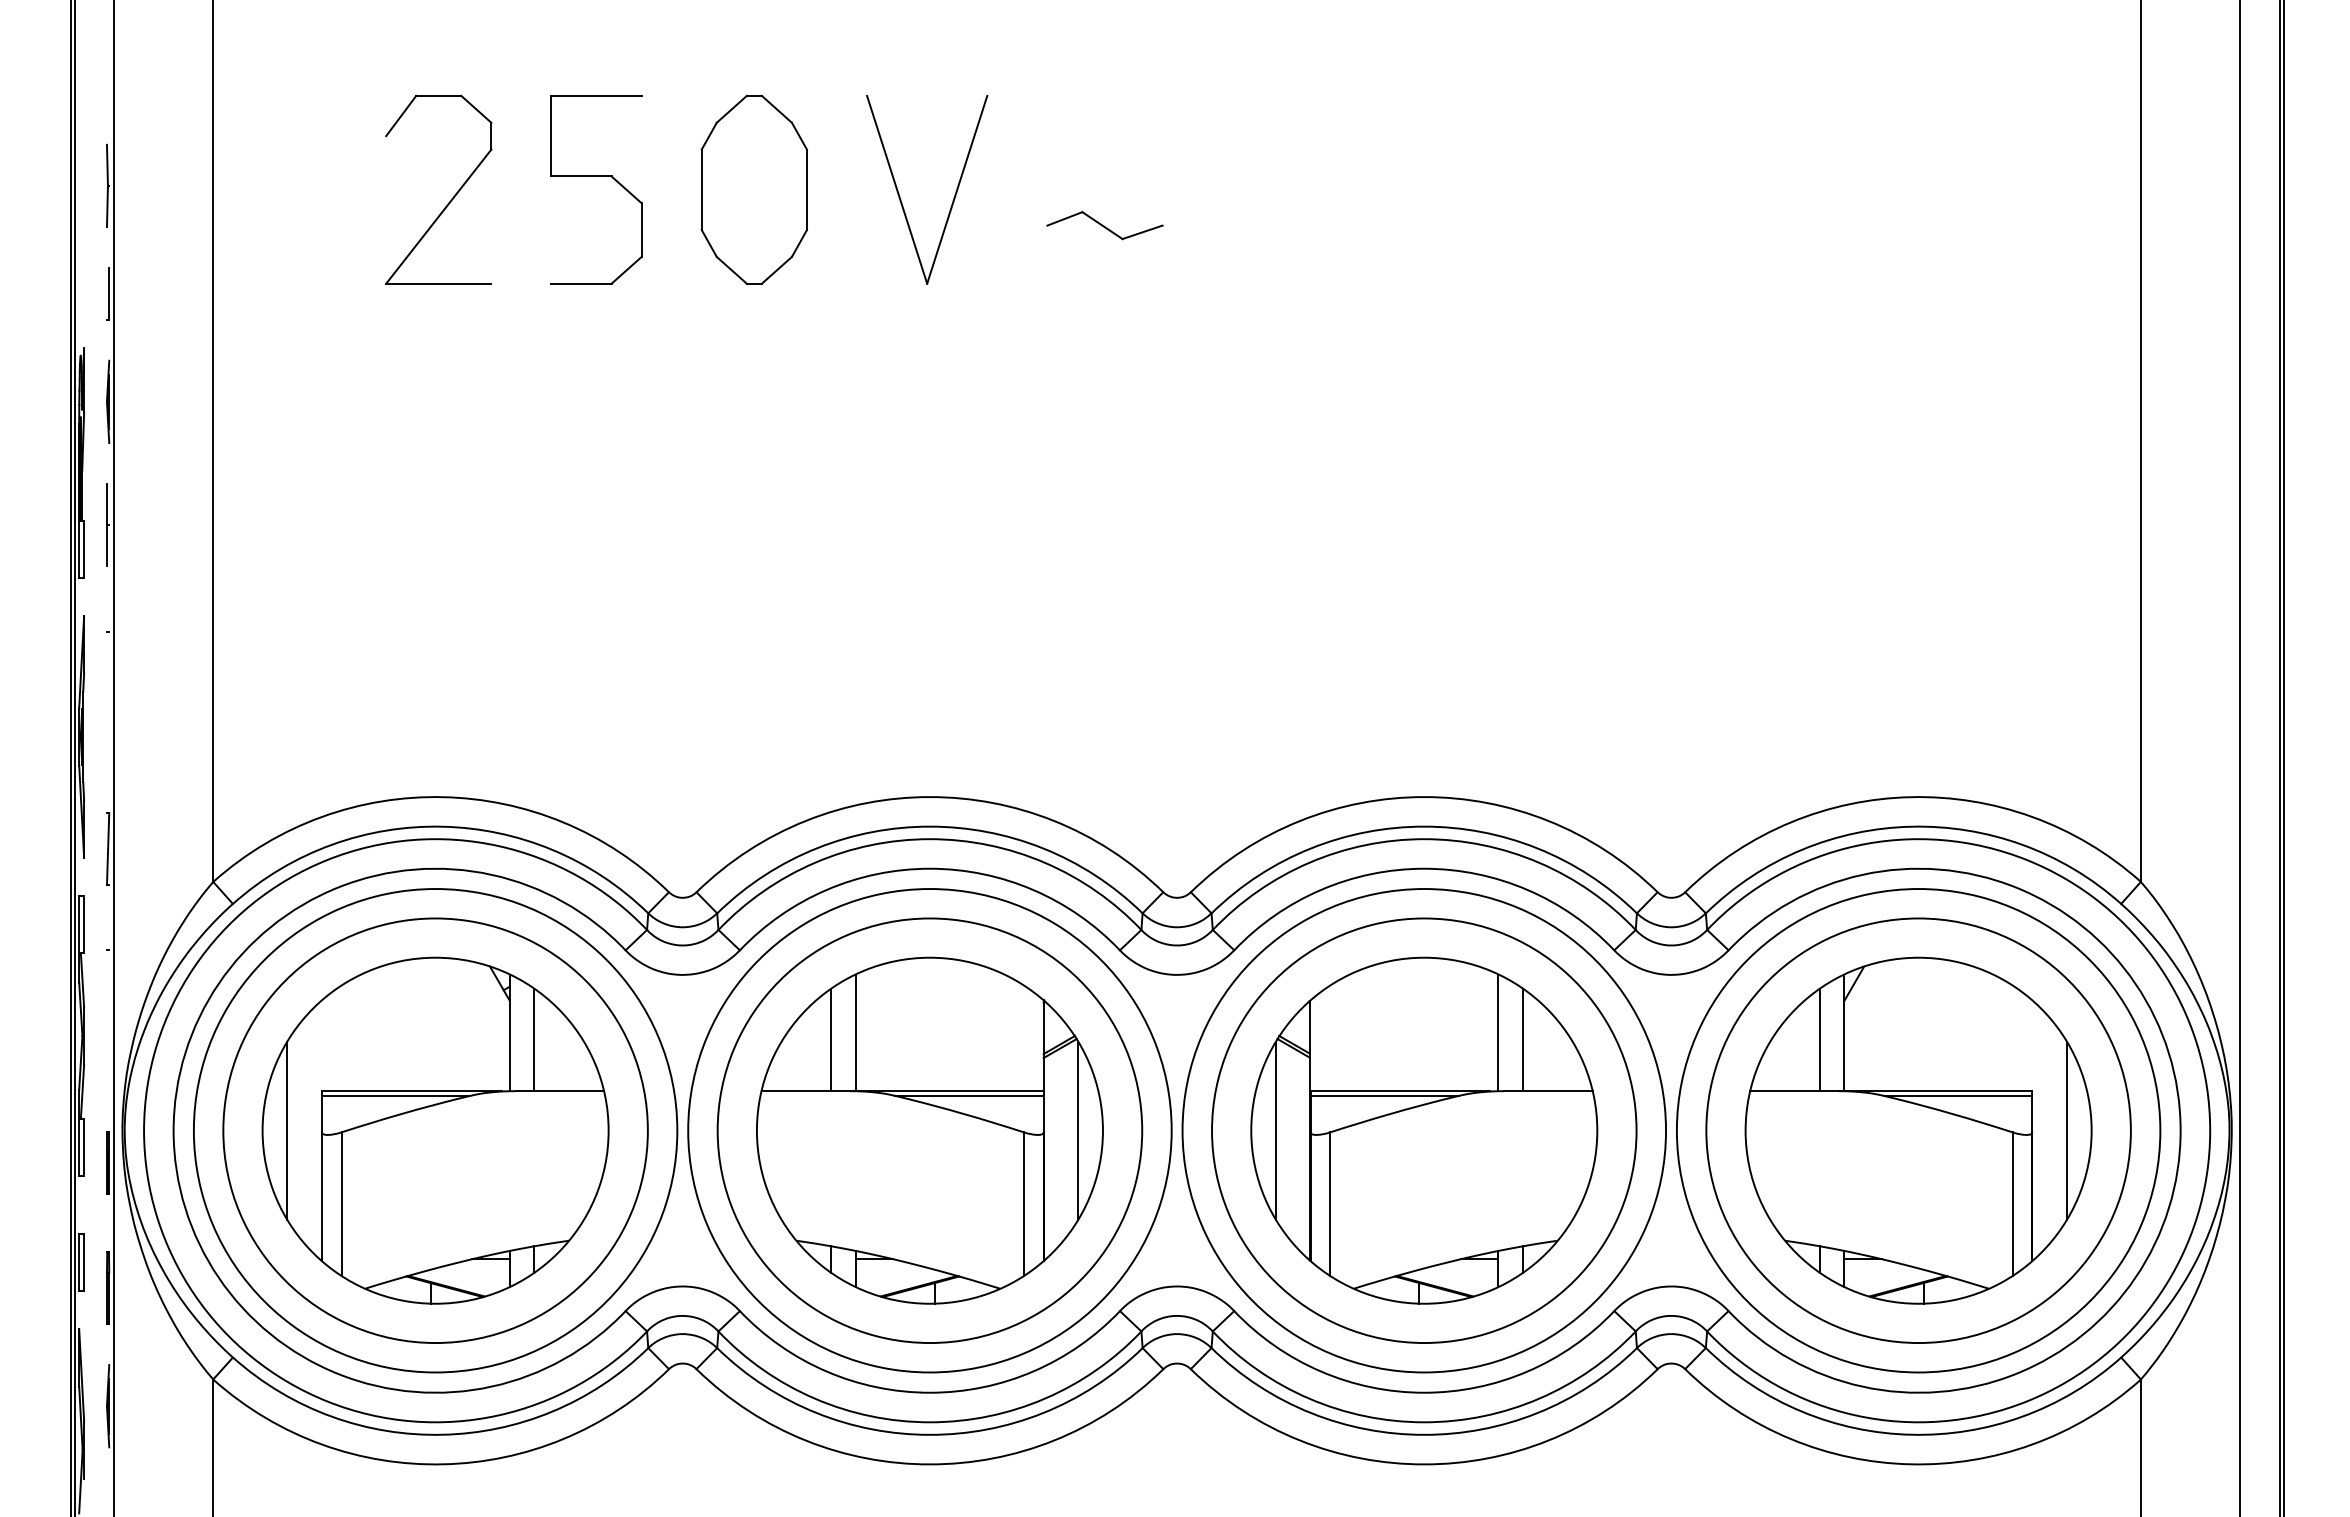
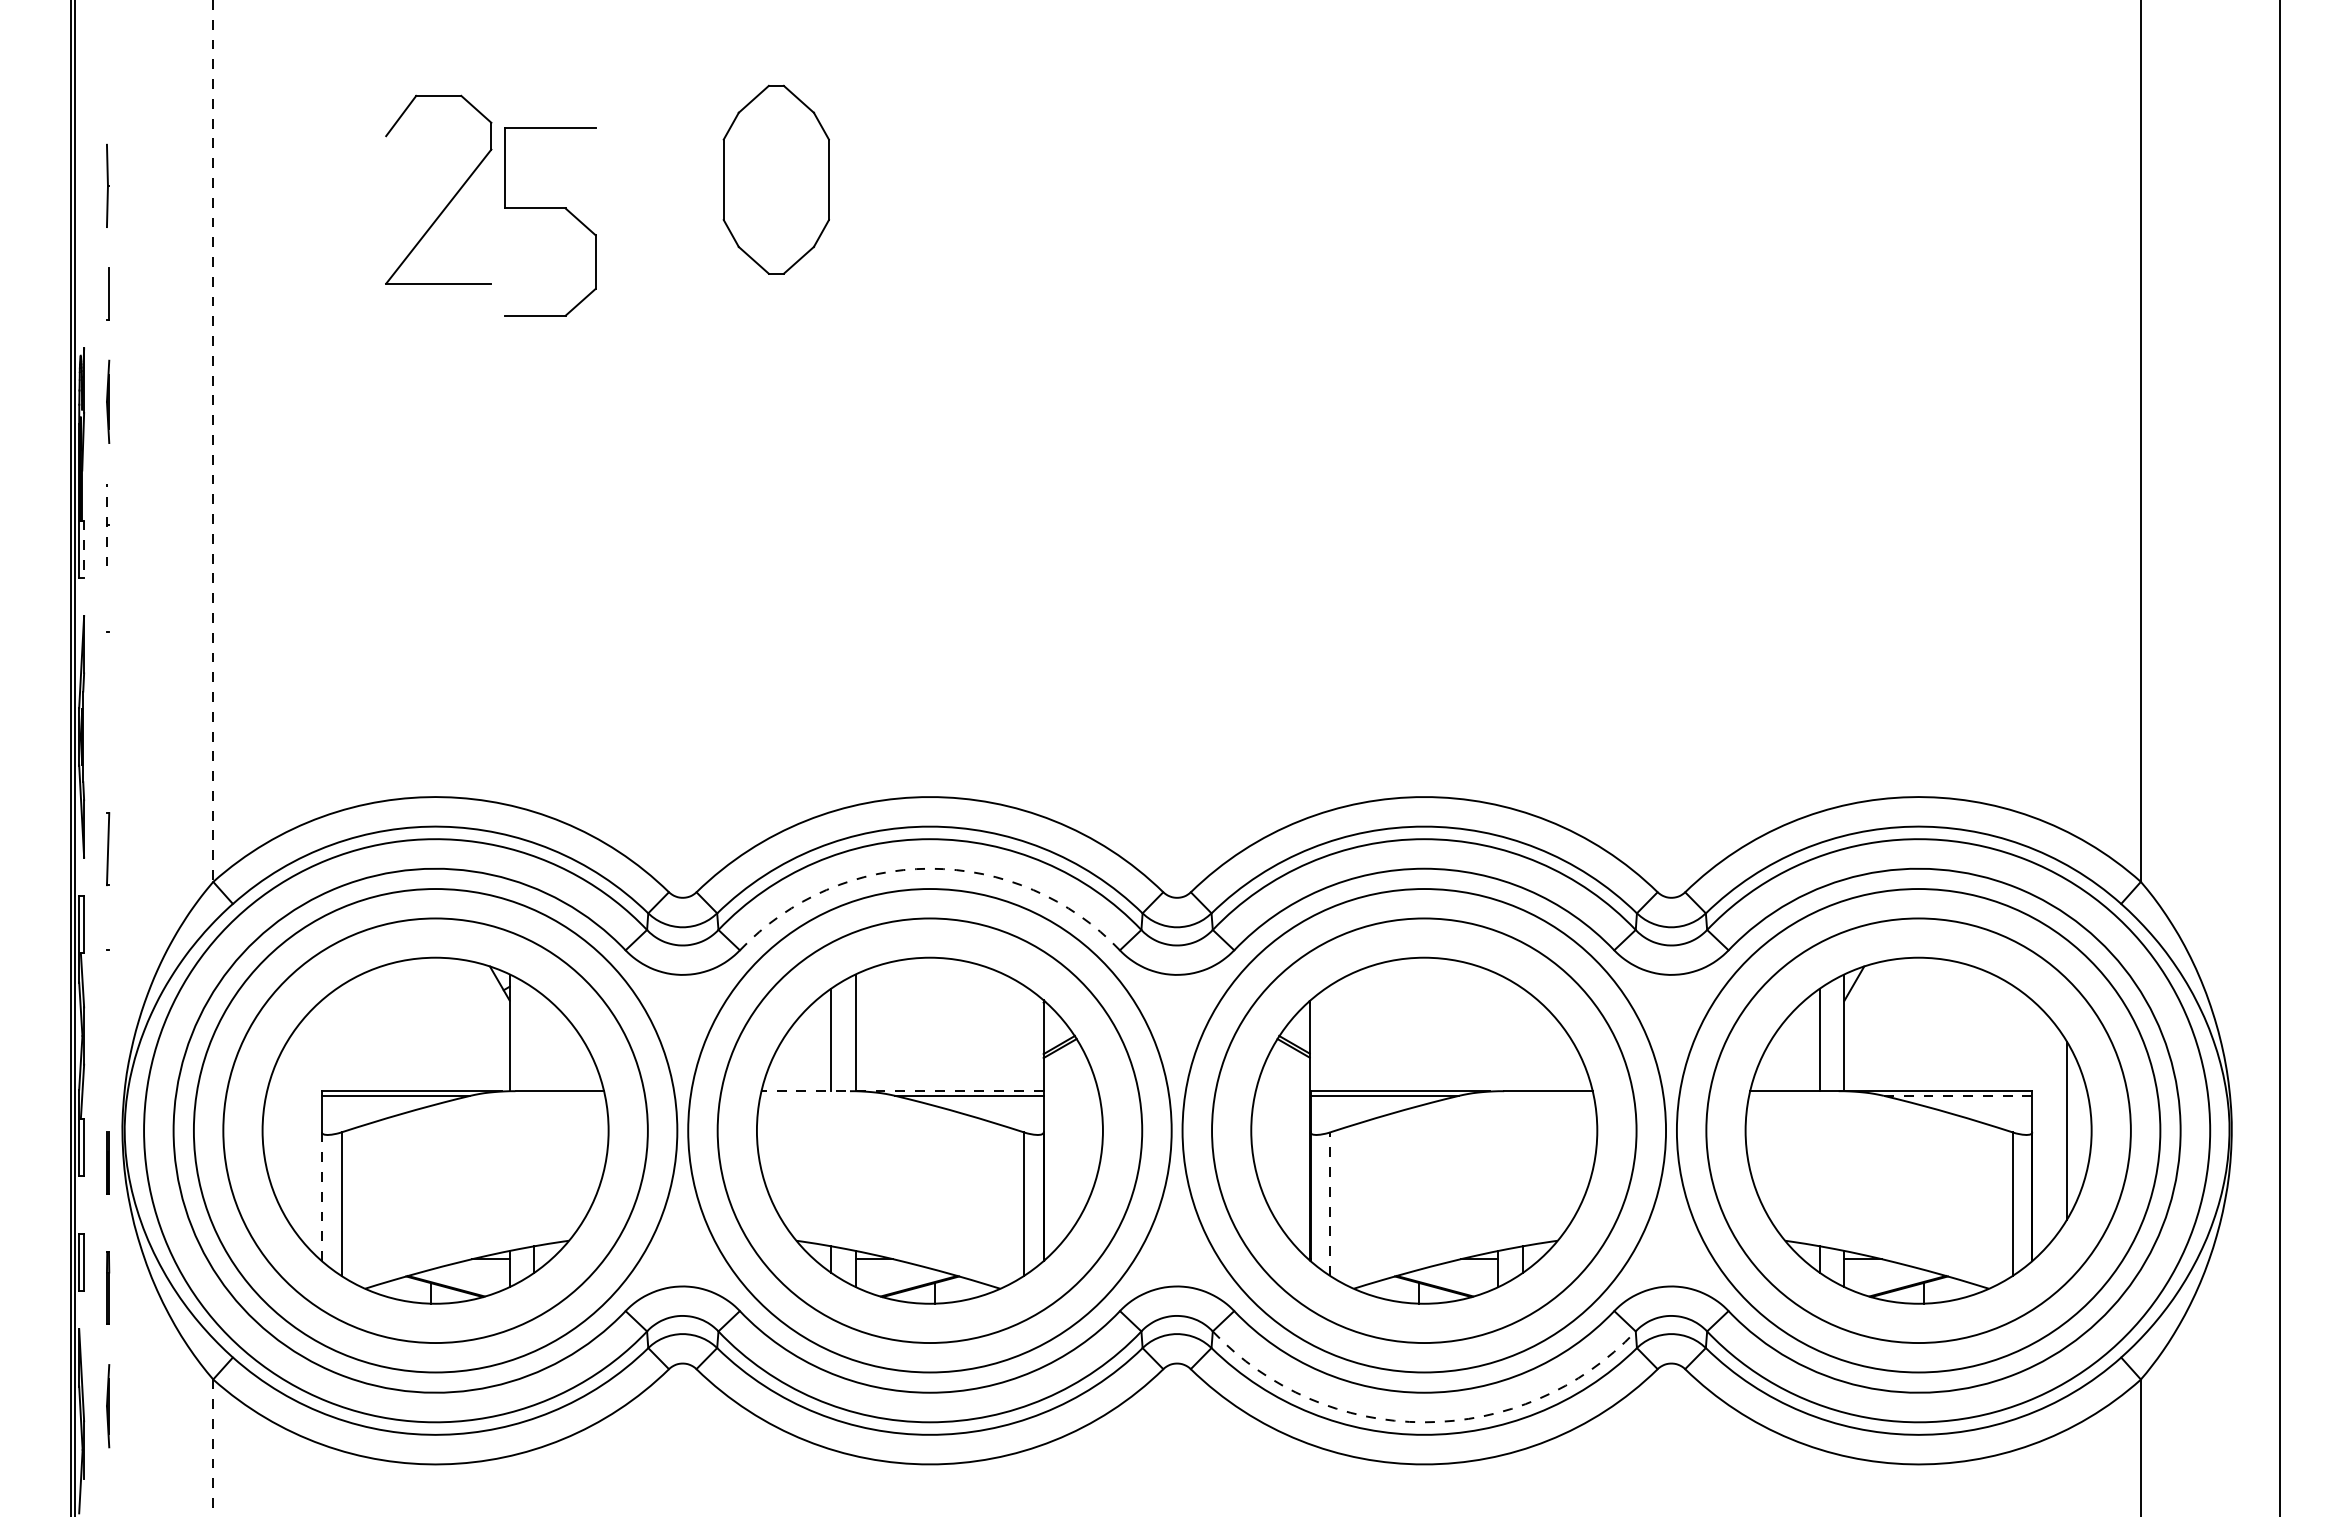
part at (596, 176) position: (596, 176) -> (550, 208)
part at (753, 189) position: (753, 189) -> (775, 179)
part at (953, 197): present -> none
part at (1104, 225): present -> none
line at (213, 440): solid -> dashed
line at (106, 524): solid -> dashed
line at (84, 549): solid -> dashed
line at (114, 757): present -> none
line at (2239, 757): present -> none
line at (2283, 757): present -> none
arc at (929, 868): solid -> dashed
line at (1498, 1032): present -> none
line at (534, 1039): present -> none
line at (1523, 1039): present -> none
line at (902, 1091): solid -> dashed
line at (1957, 1095): solid -> dashed
line at (287, 1130): present -> none
line at (1078, 1130): present -> none
line at (1275, 1130): present -> none
line at (321, 1196): solid -> dashed
line at (1330, 1204): solid -> dashed
arc at (1424, 1422): solid -> dashed
line at (213, 1448): solid -> dashed
